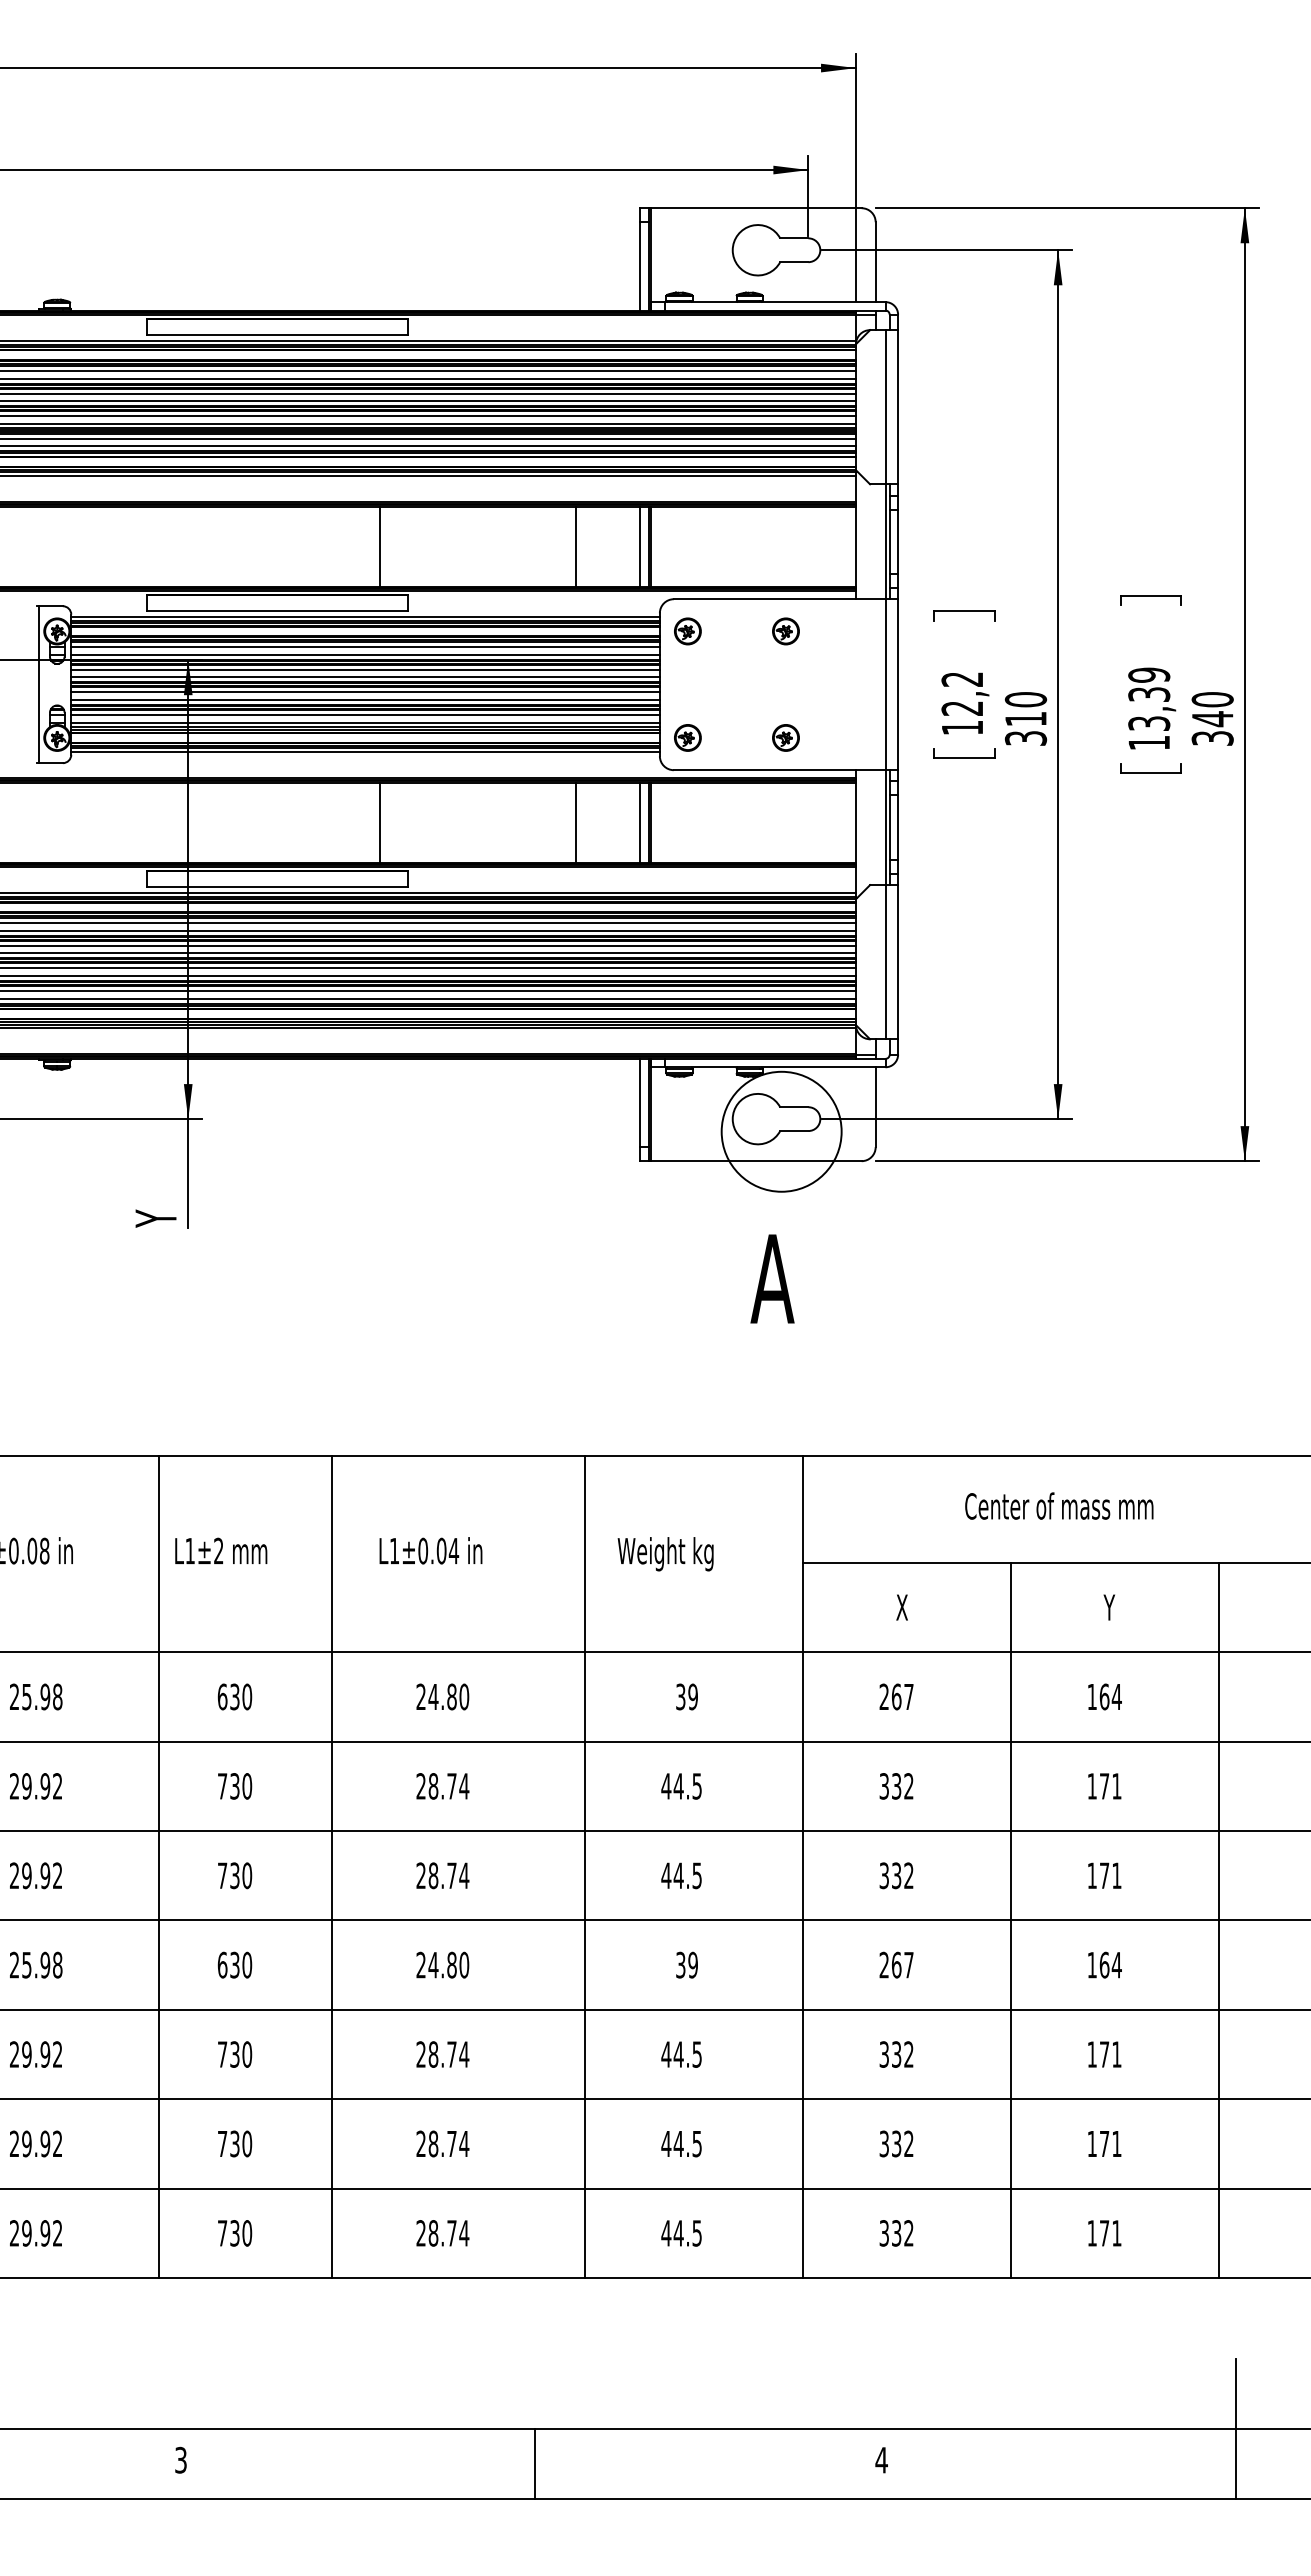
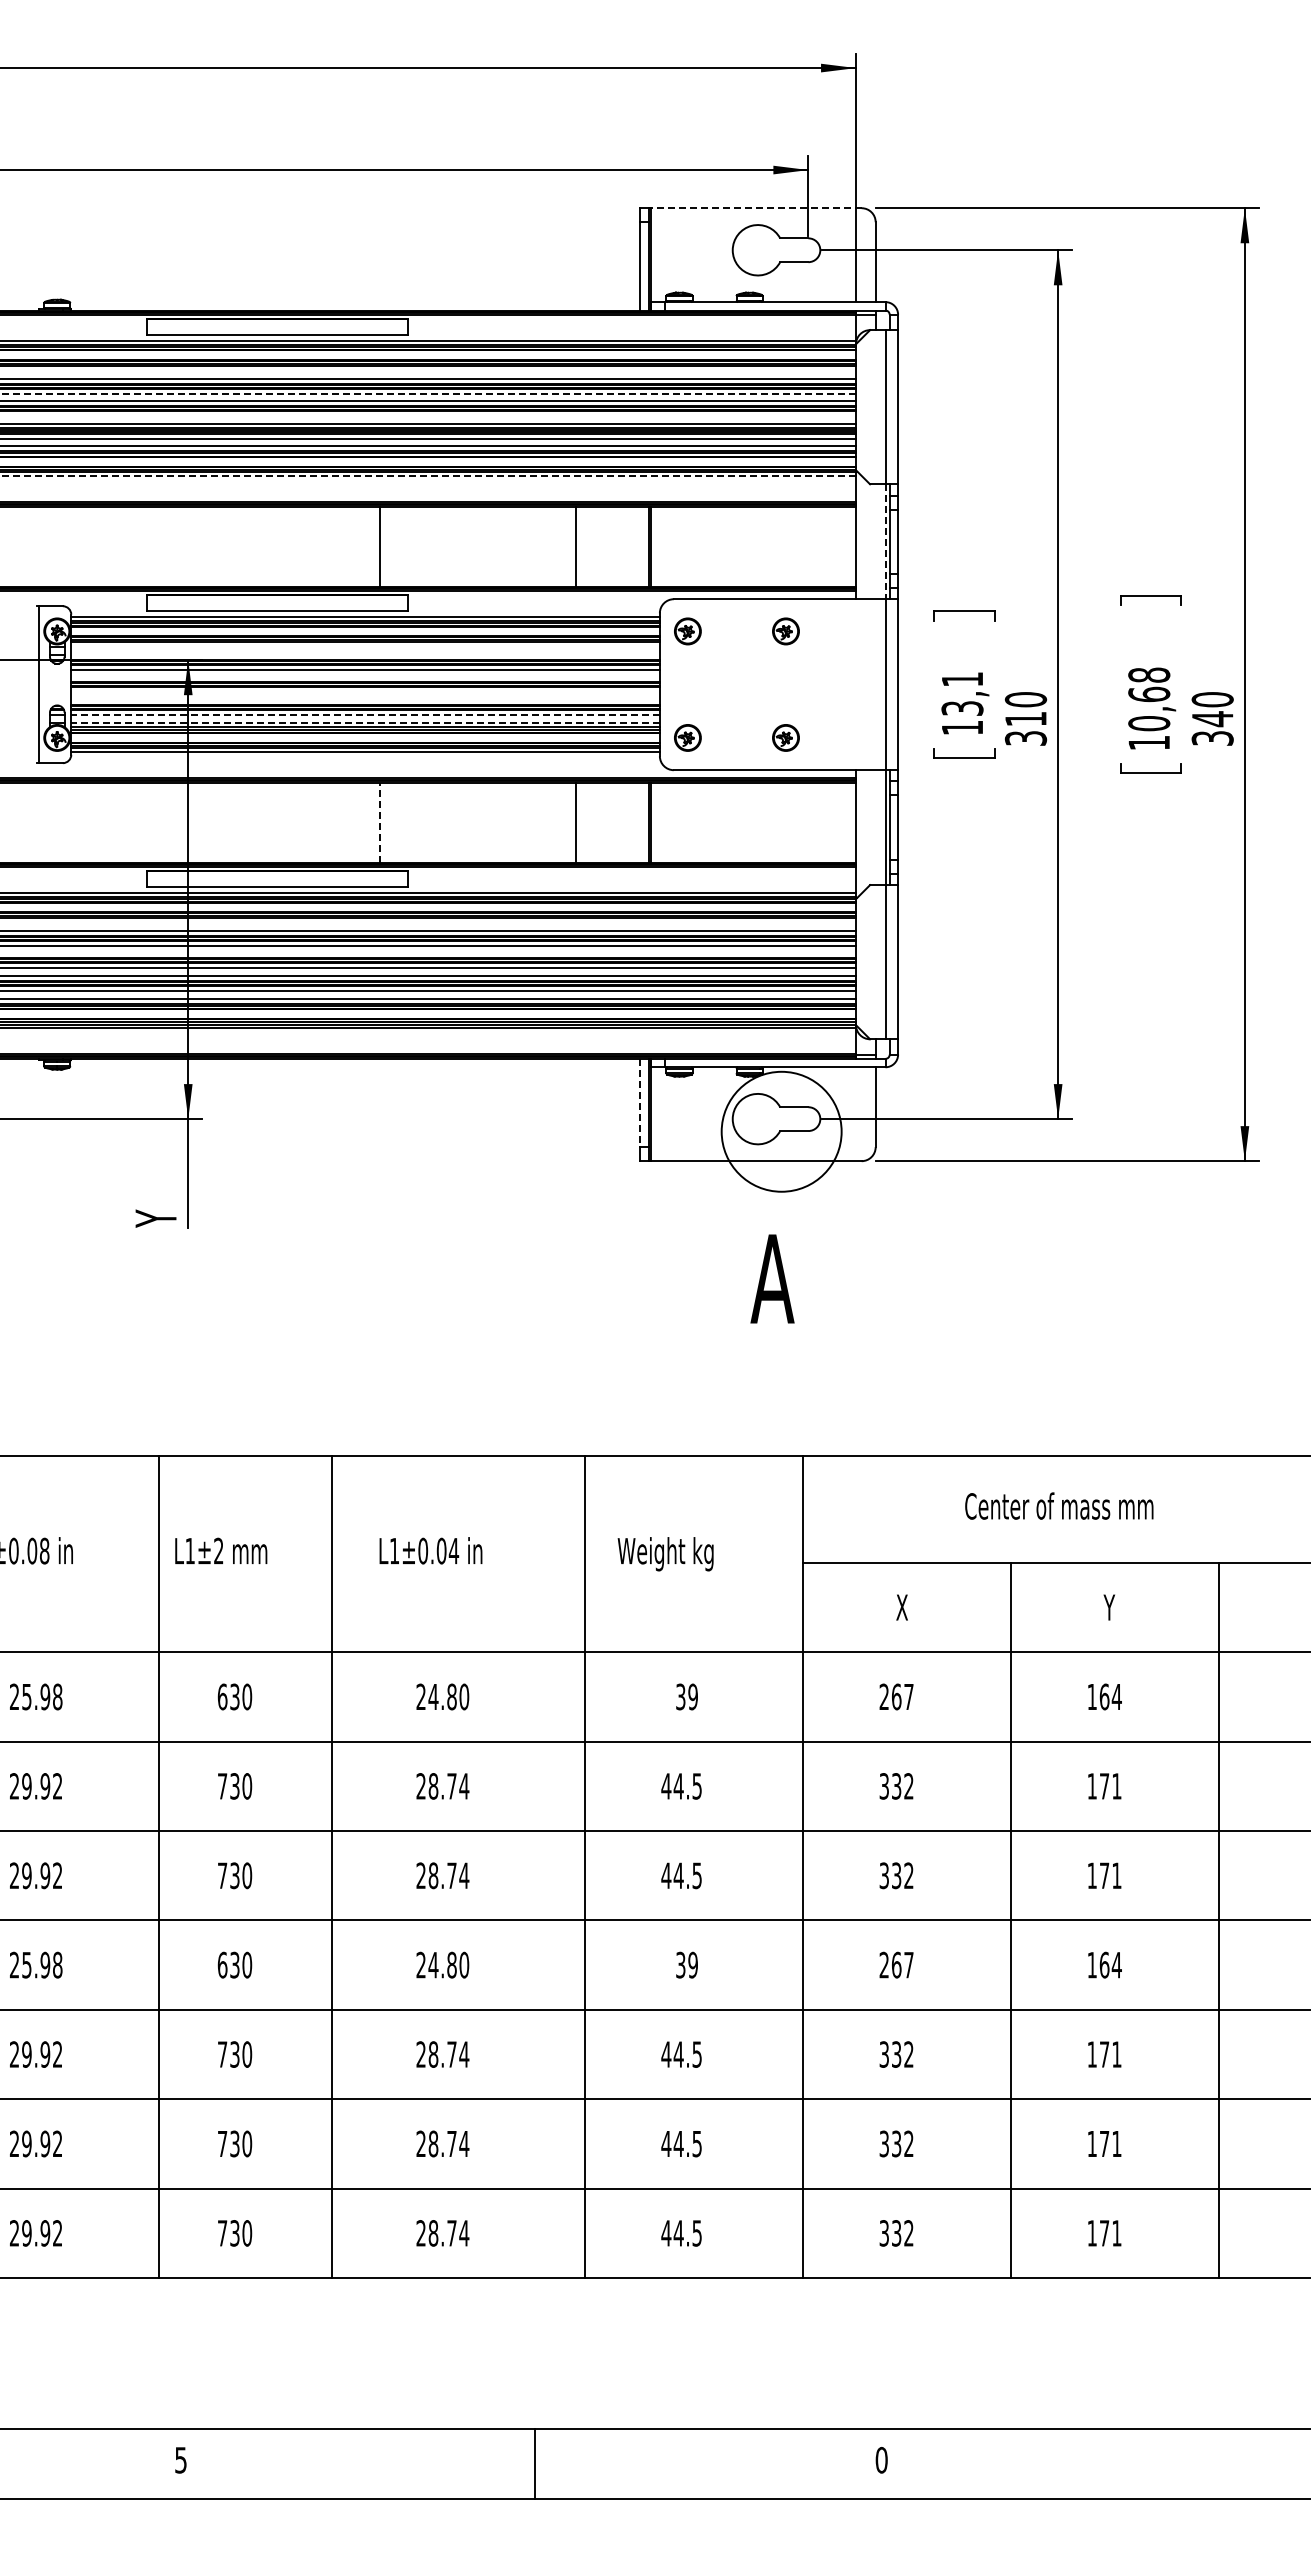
line at (756, 208): solid -> dashed
line at (429, 370): present -> none
line at (428, 393): solid -> dashed
line at (429, 416): present -> none
line at (428, 476): solid -> dashed
line at (885, 542): solid -> dashed
line at (640, 546): present -> none
line at (365, 646): present -> none
line at (365, 654): present -> none
line at (365, 677): present -> none
line at (365, 692): present -> none
text at (962, 693): 12,2 -> 13,1
line at (365, 699): present -> none
text at (1149, 699): 13,39 -> 10,68
line at (365, 714): solid -> dashed
line at (365, 722): solid -> dashed
line at (379, 822): solid -> dashed
line at (640, 822): present -> none
line at (429, 922): present -> none
line at (429, 953): present -> none
line at (640, 1103): solid -> dashed
line at (1236, 2428): present -> none
text at (180, 2459): 3 -> 5
text at (881, 2459): 4 -> 0
